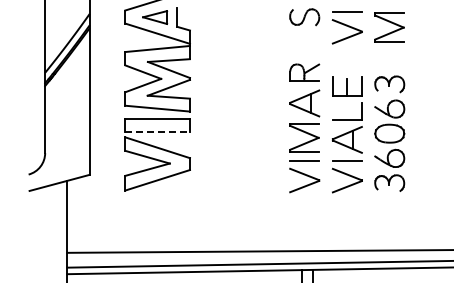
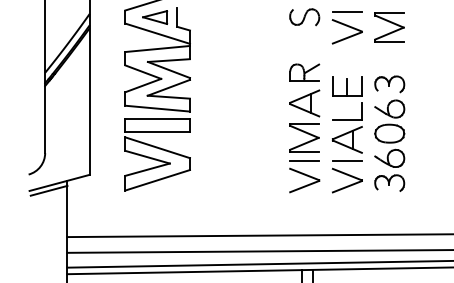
line at (158, 132): dashed -> solid
line at (48, 190): none -> present
line at (258, 235): none -> present
